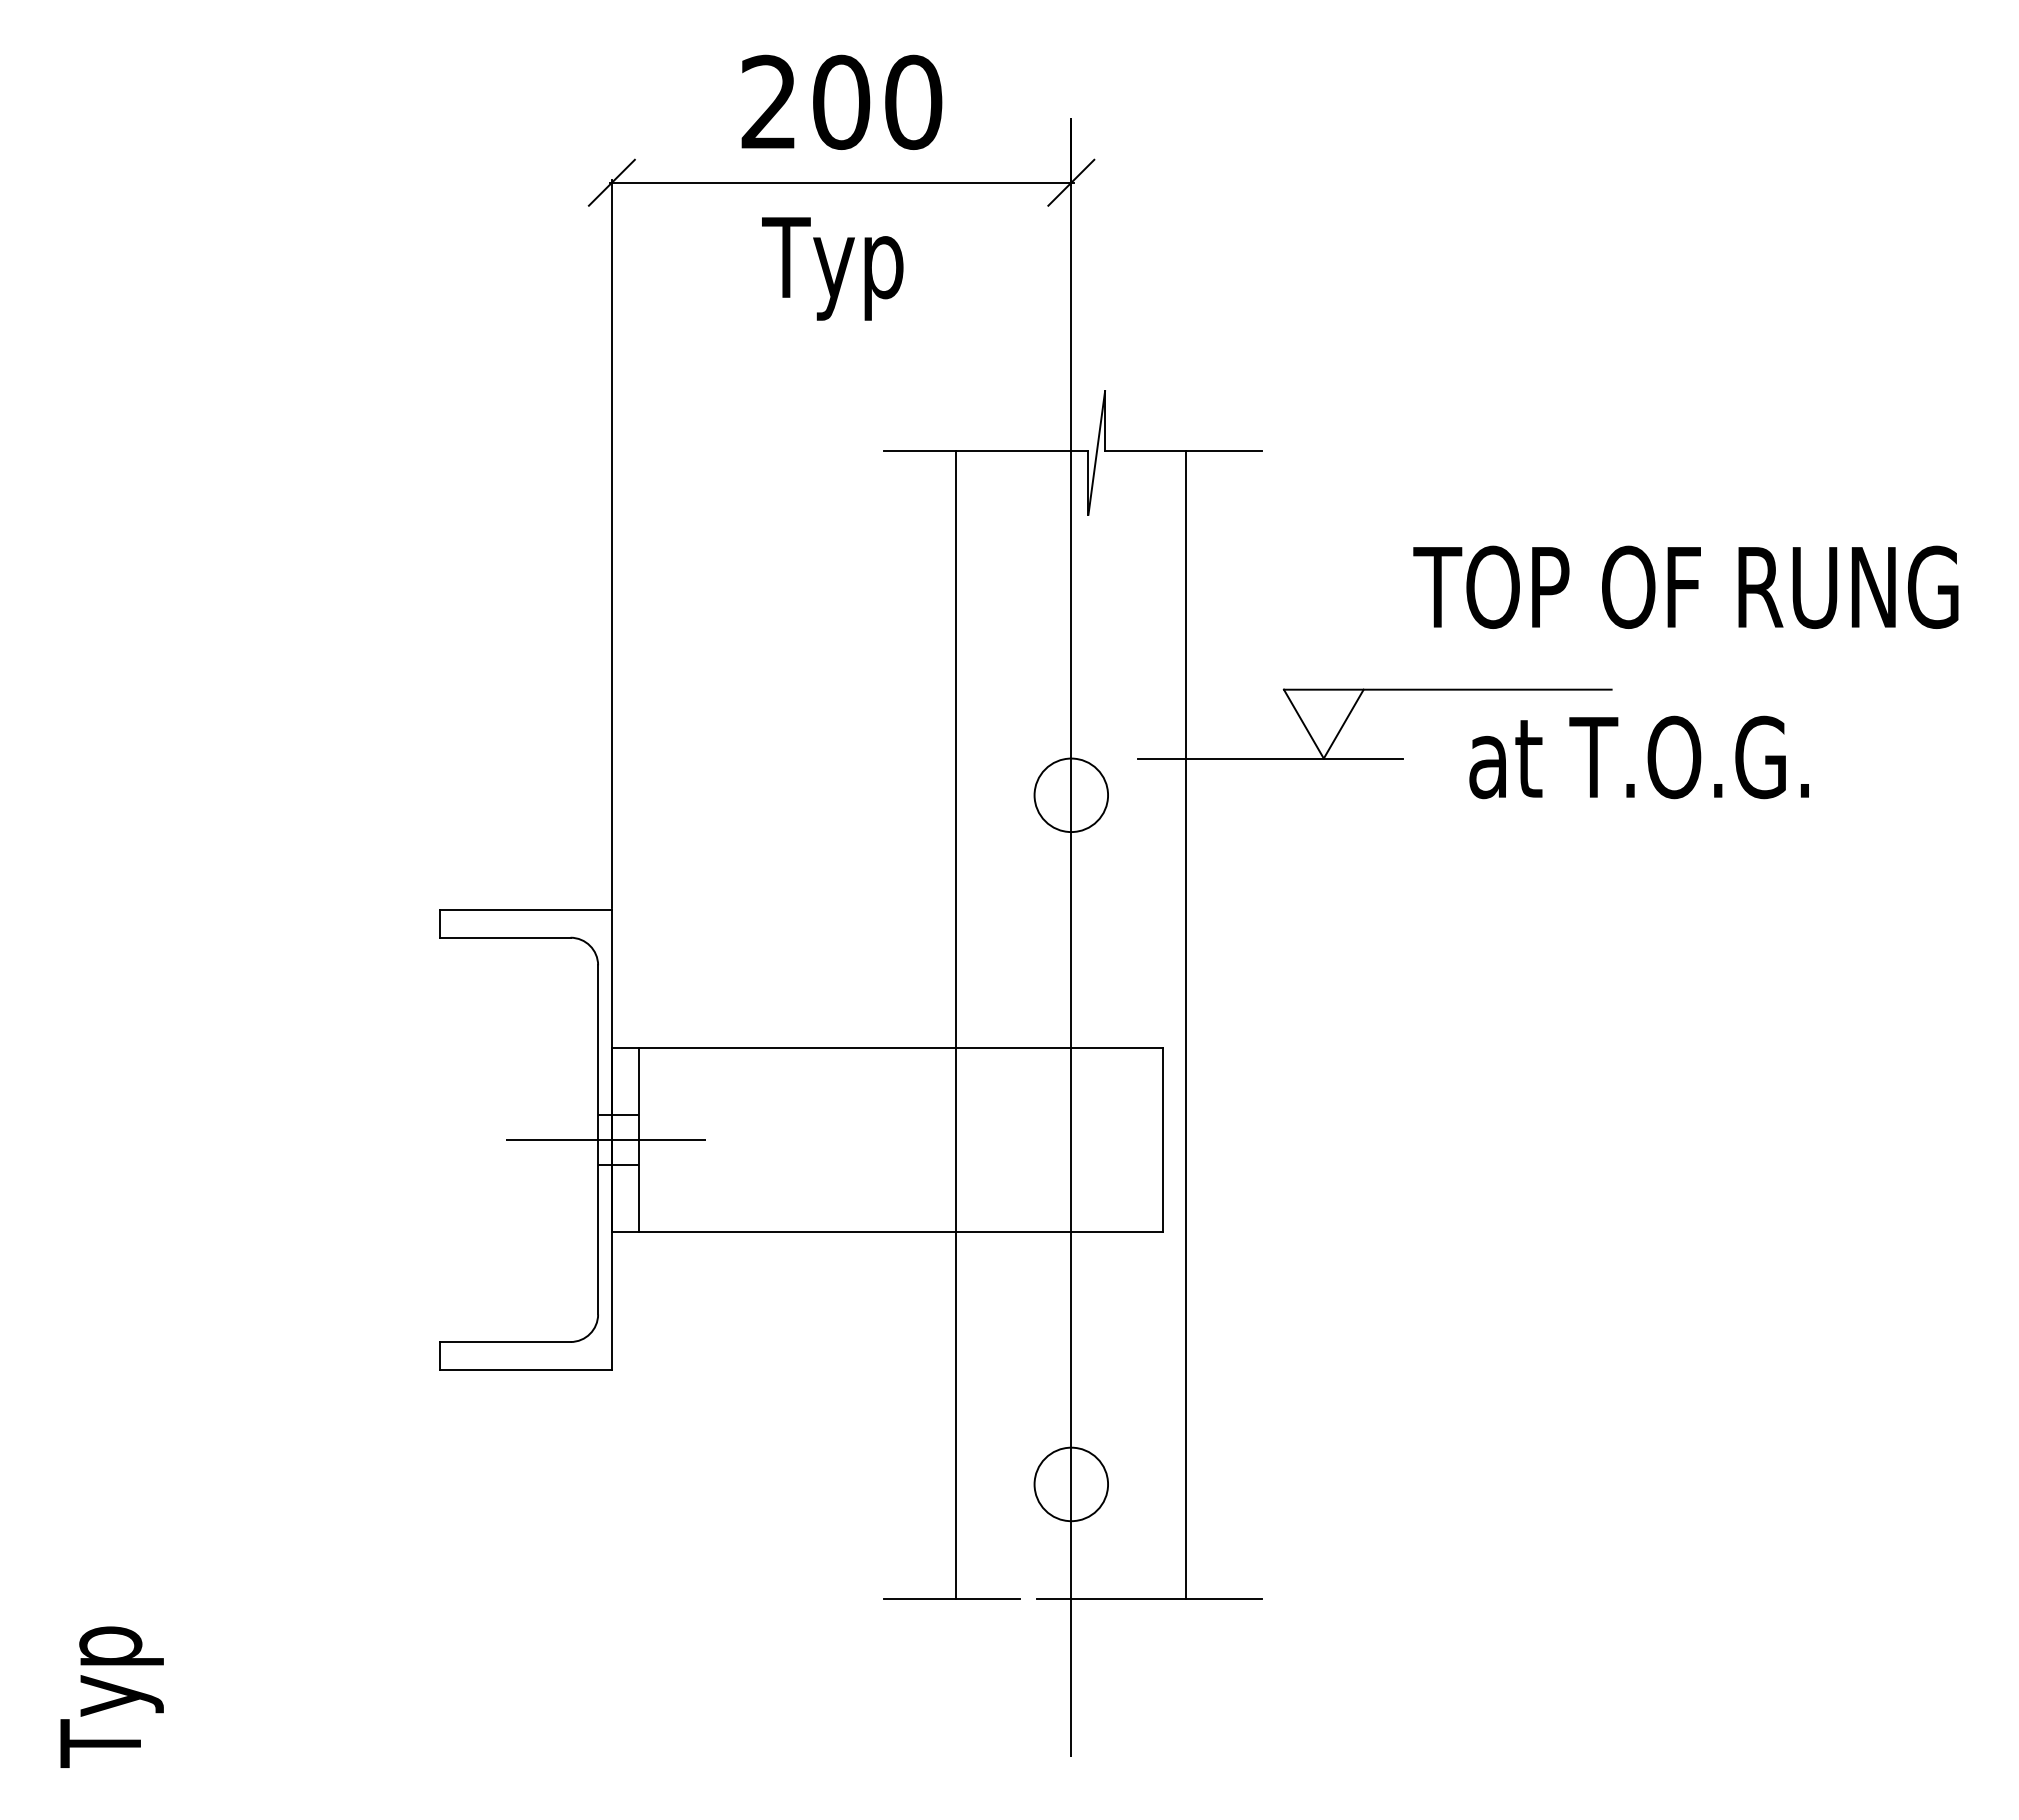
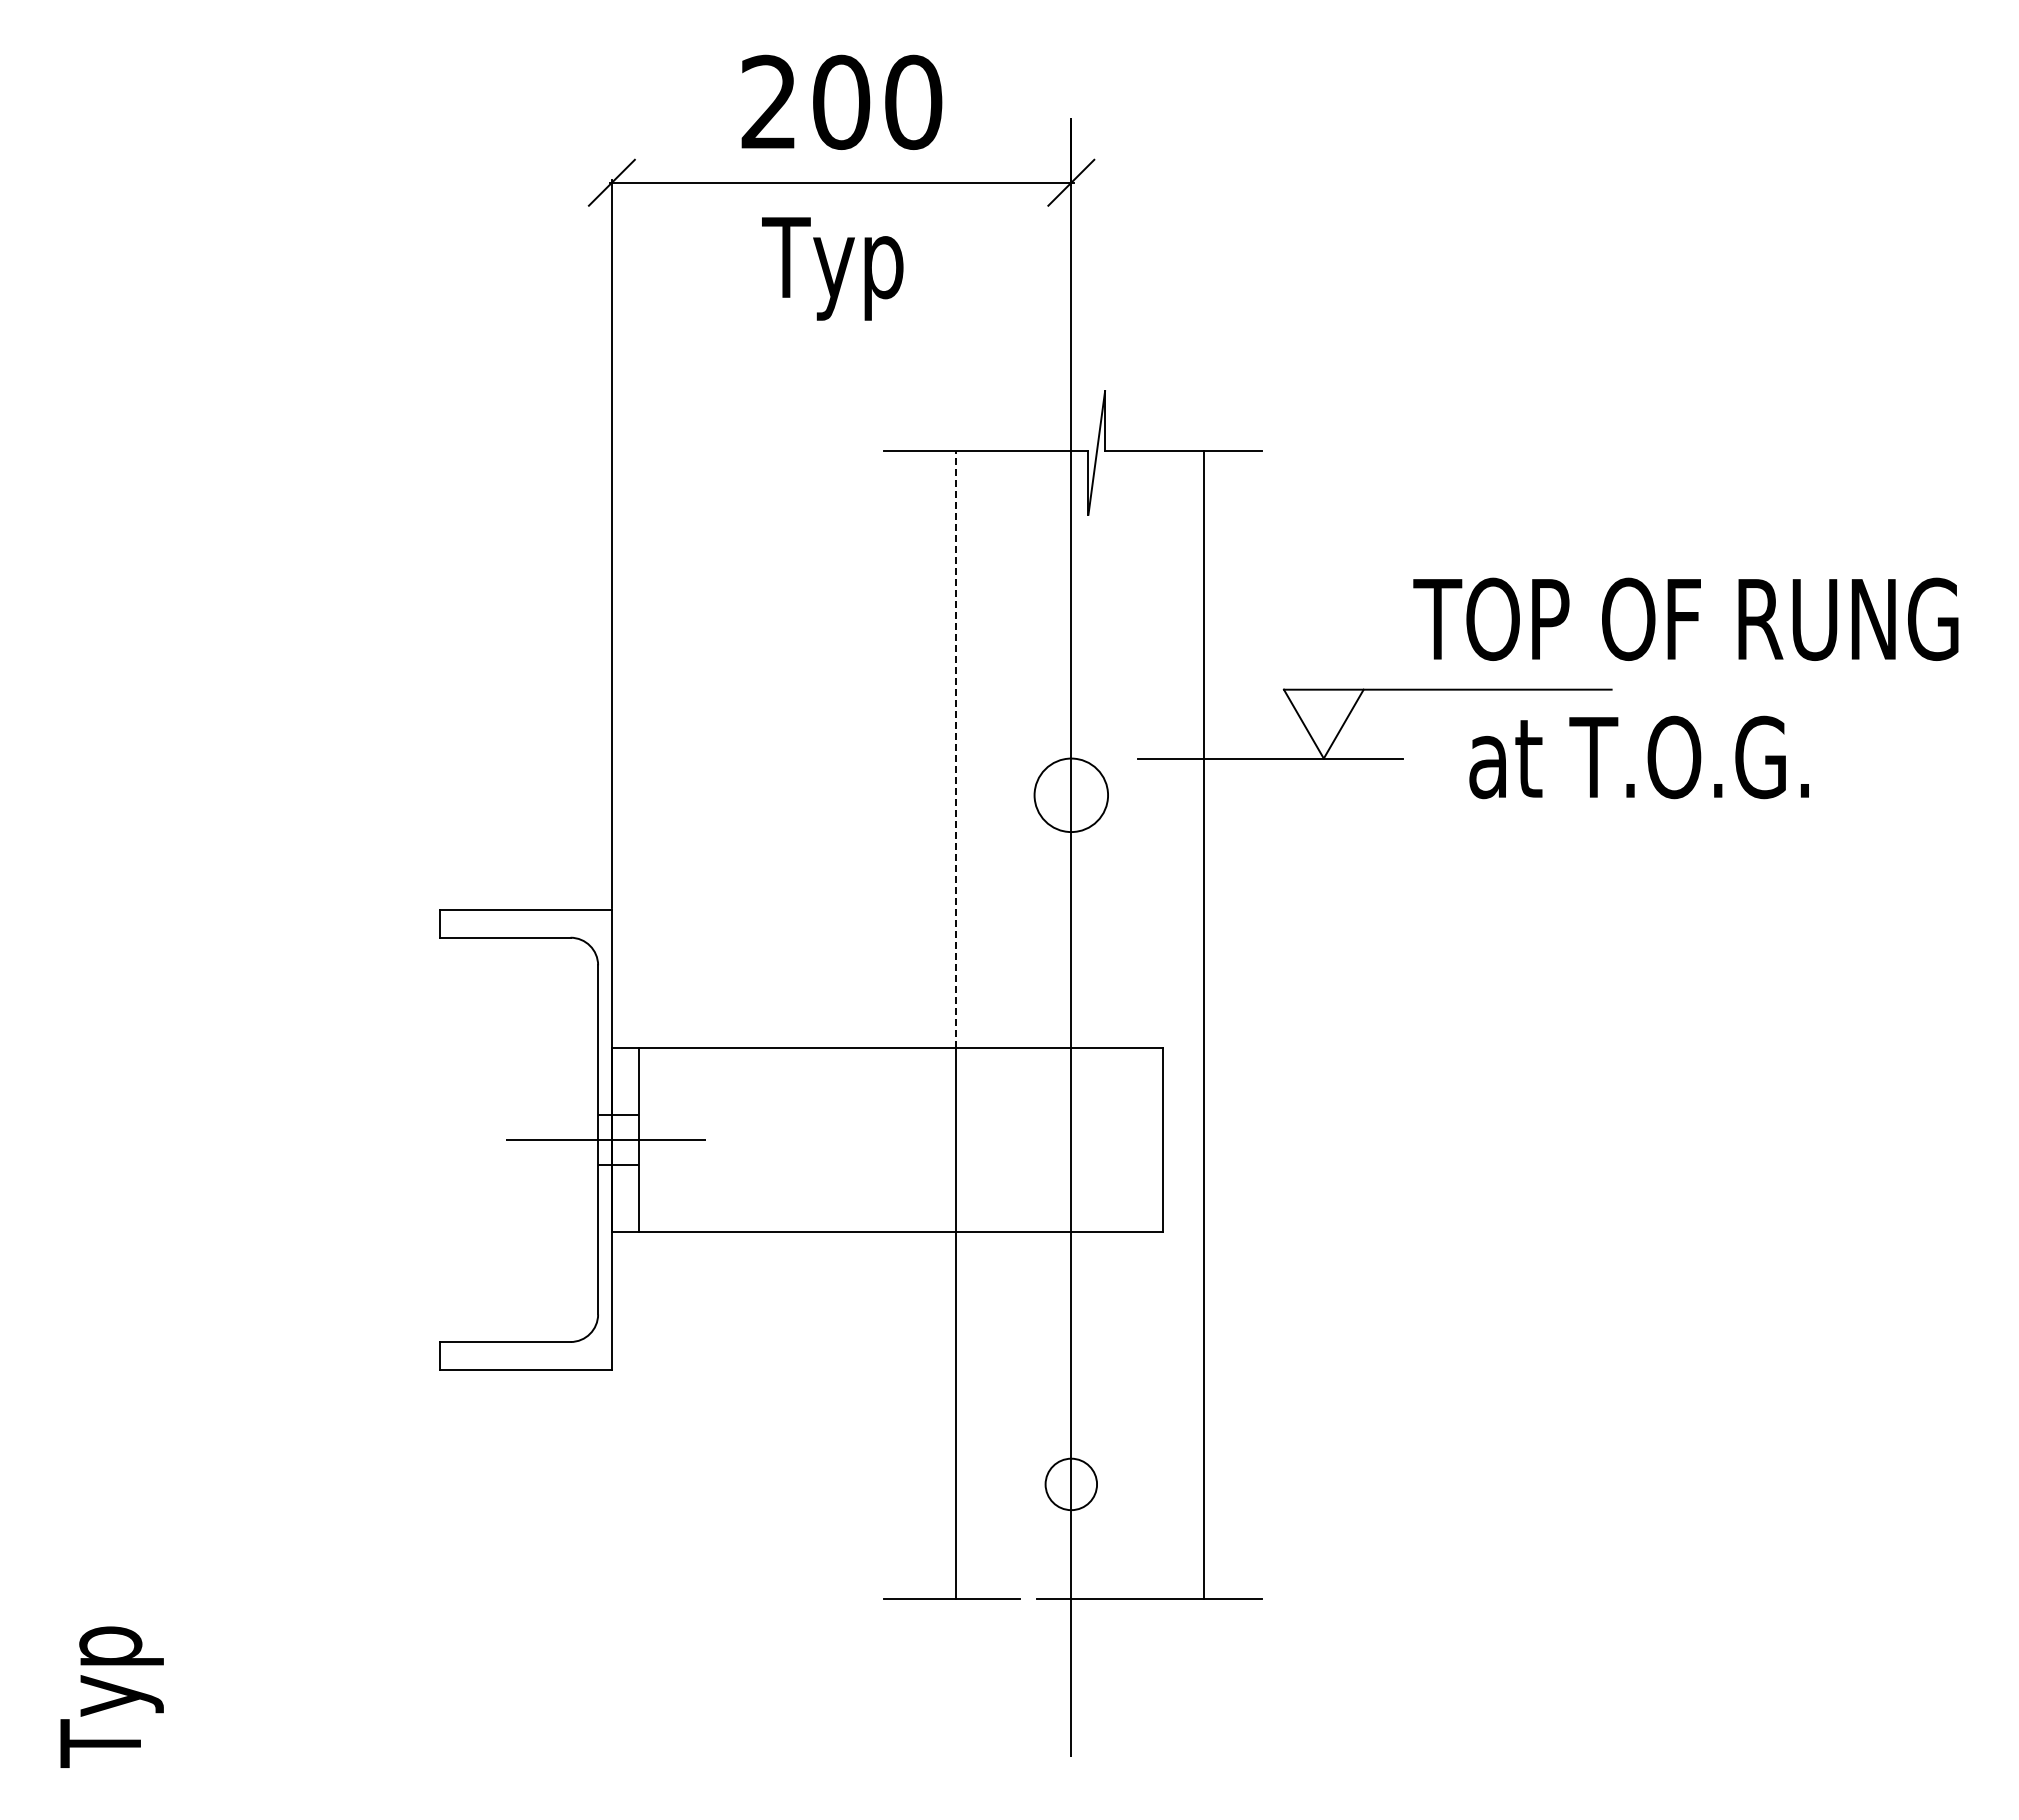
text at (1685, 586) position: (1685, 586) -> (1685, 618)
line at (956, 749): solid -> dashed
line at (1186, 1024) position: (1186, 1024) -> (1204, 1024)
circle at (1071, 1484) diameter: 74 px -> 51 px
